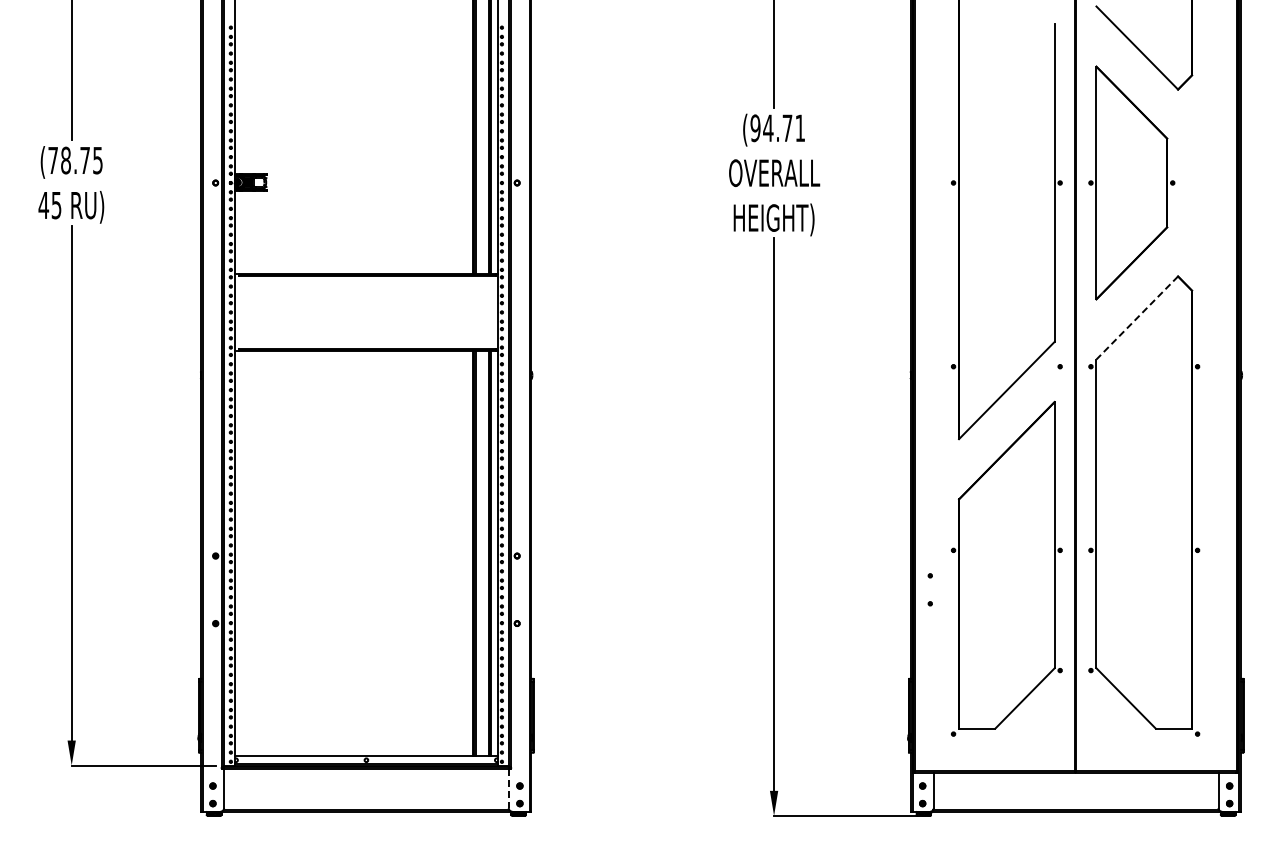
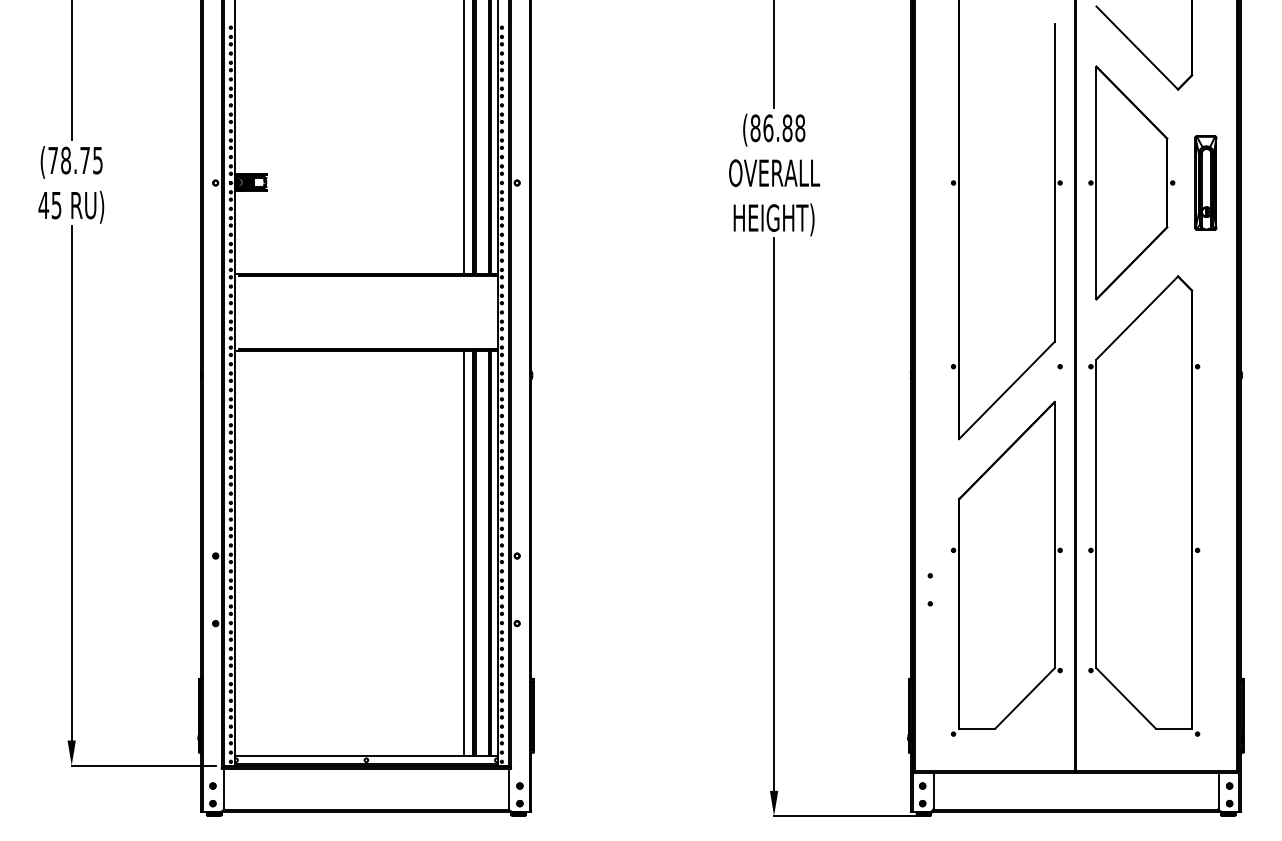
text at (777, 128): (94.71 -> (86.88
line at (463, 137): none -> present
part at (1205, 182): none -> present
line at (1136, 318): dashed -> solid
line at (463, 553): none -> present
line at (508, 788): dashed -> solid
